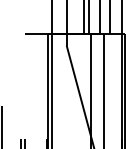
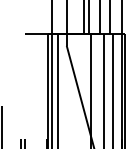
line at (58, 89): none -> present
line at (112, 89): none -> present
